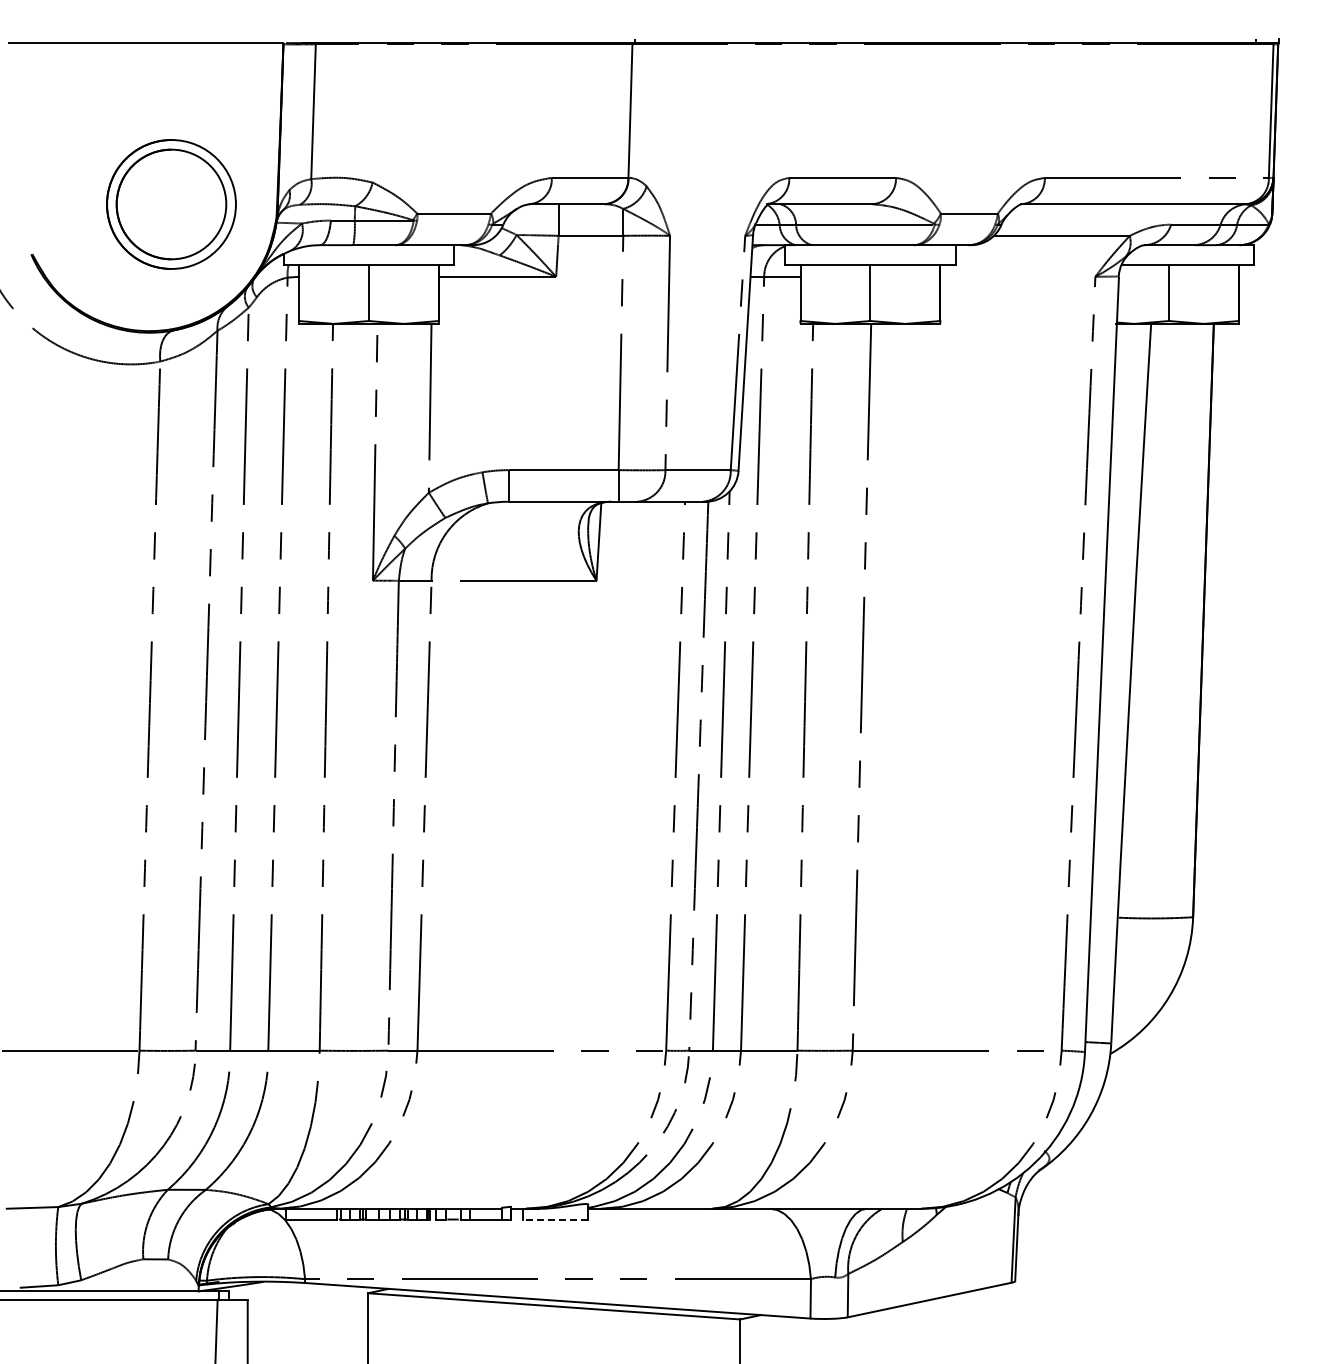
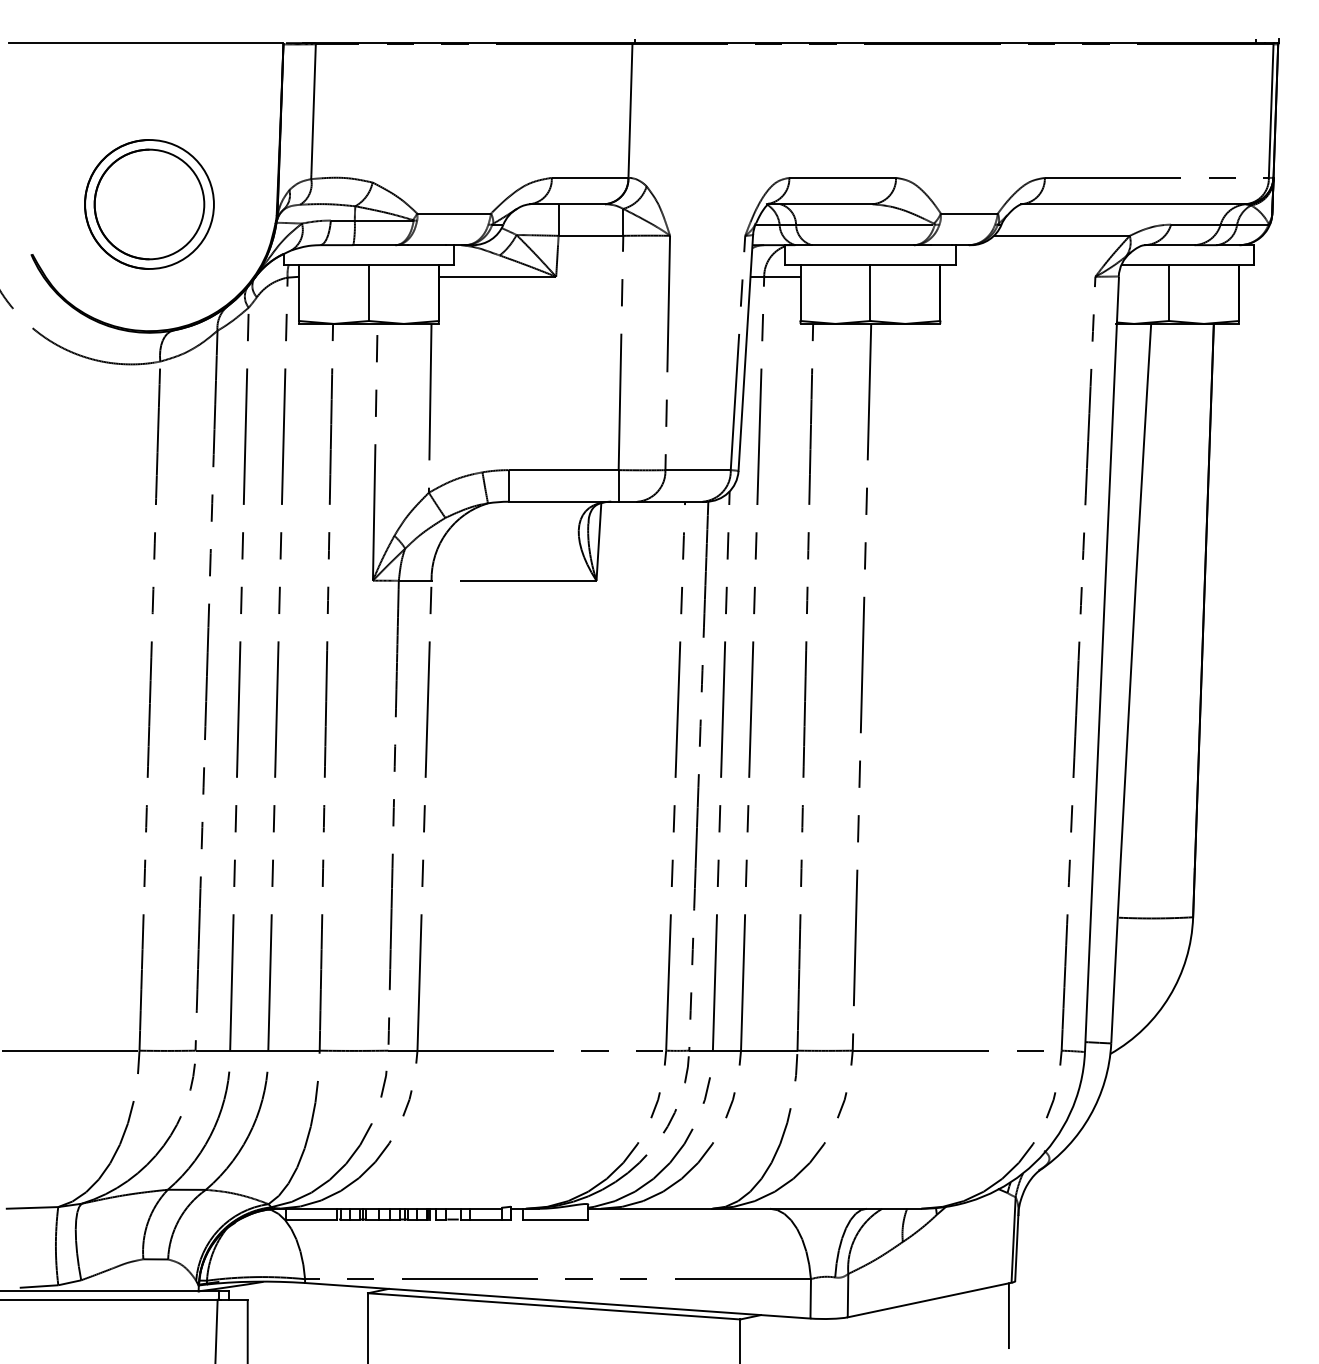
part at (171, 204) position: (171, 204) -> (149, 204)
line at (555, 1219): dashed -> solid
line at (1008, 1315): none -> present
